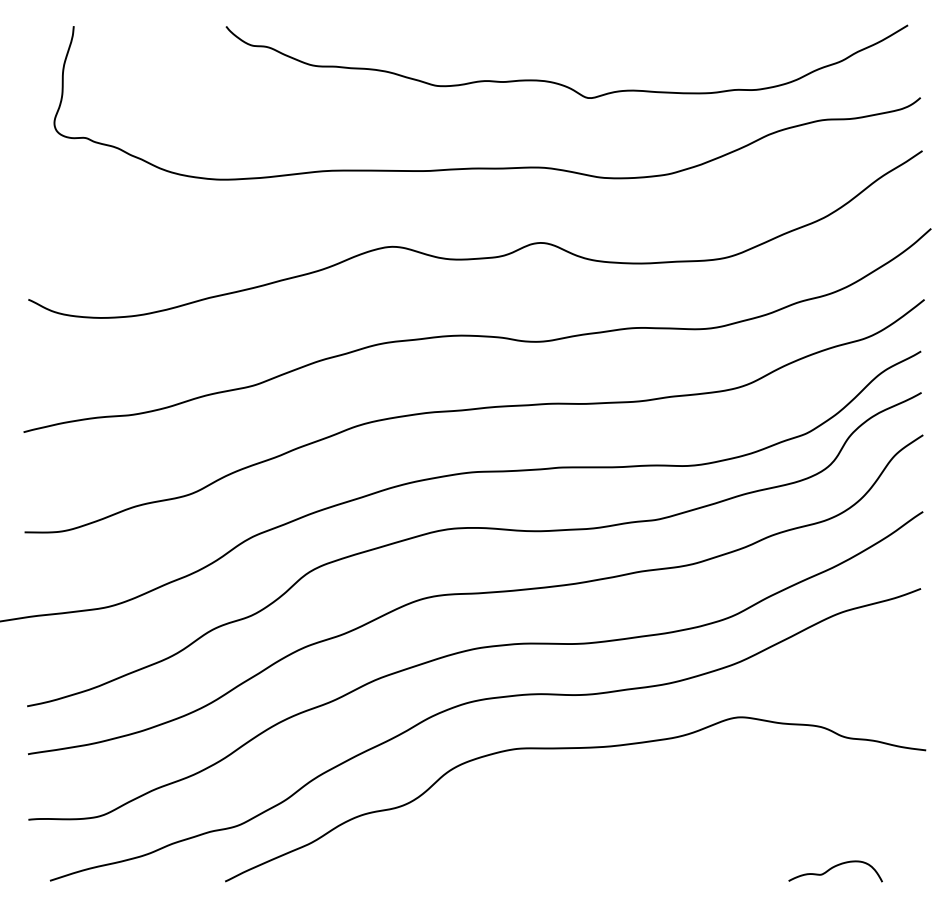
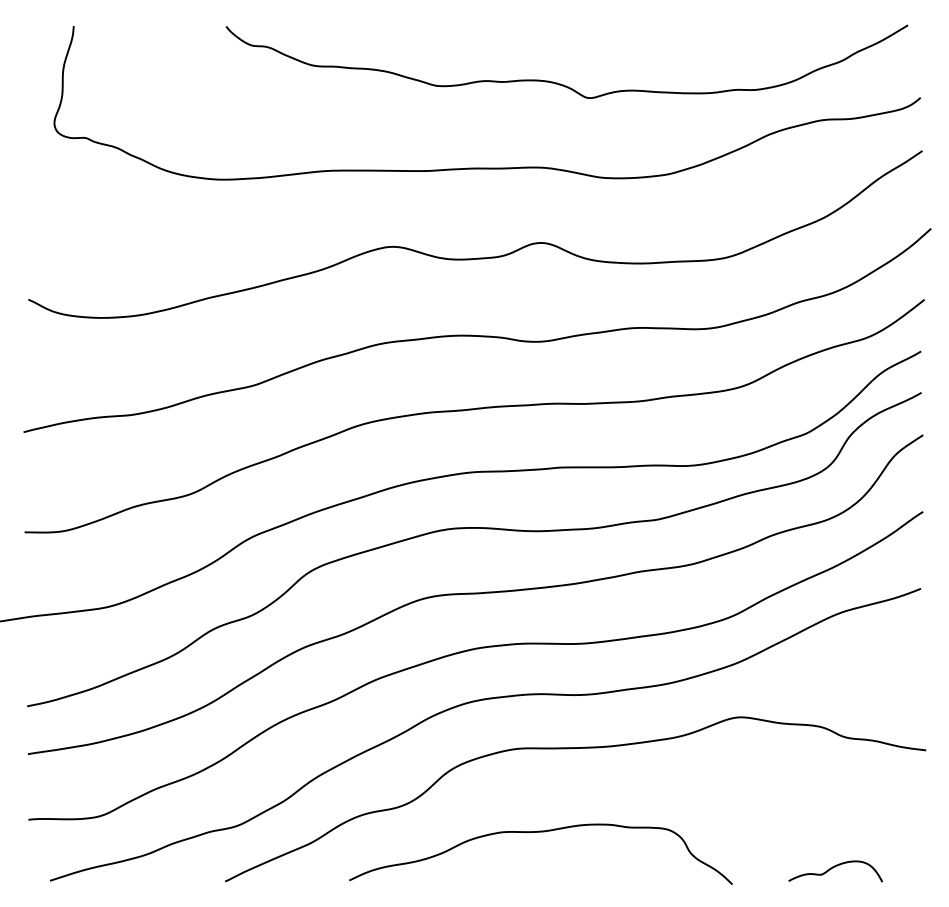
curve at (540, 832): none -> present
